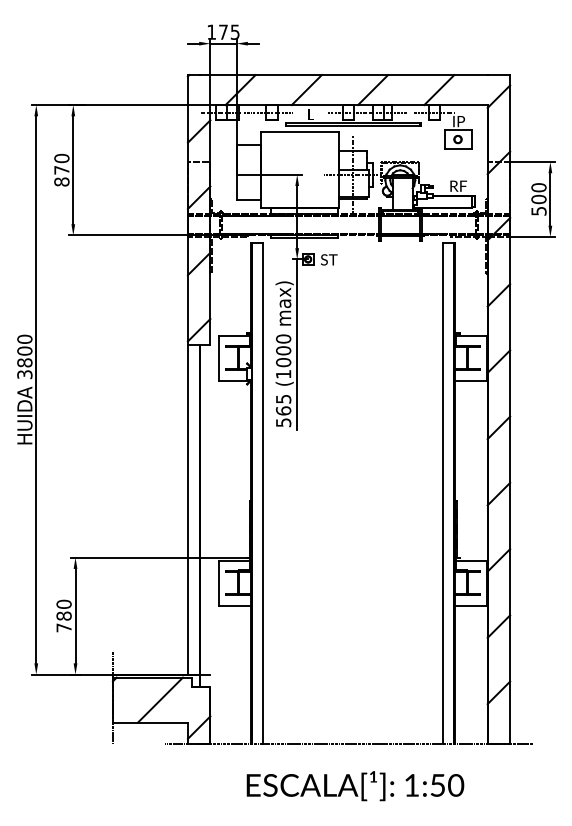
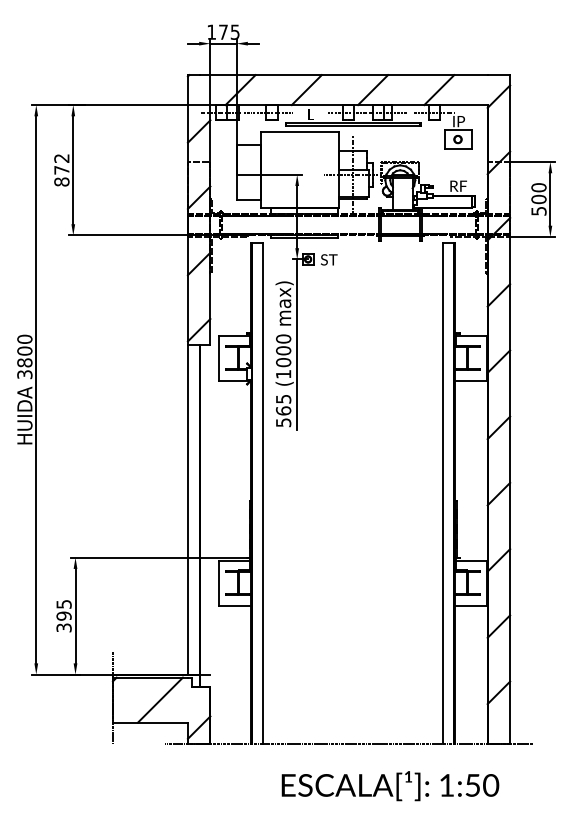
text at (61, 158): 870 -> 872
text at (63, 615): 780 -> 395
text at (355, 786) position: (355, 786) -> (390, 786)
